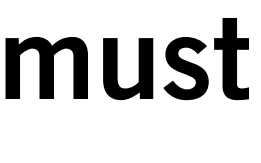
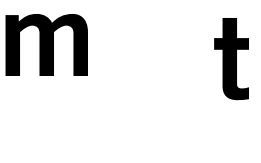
part at (46, 67) position: (46, 67) -> (46, 44)
part at (185, 68): present -> none
fill at (128, 69): present -> none
